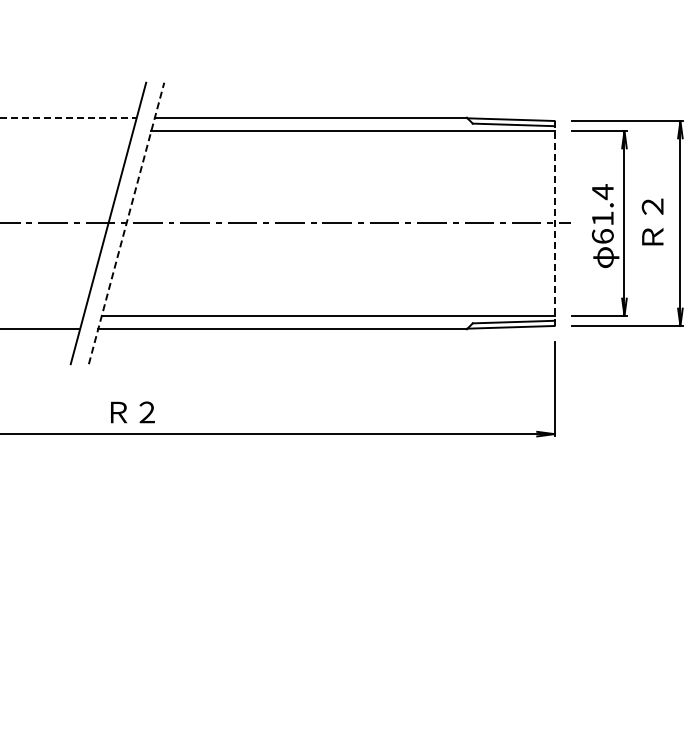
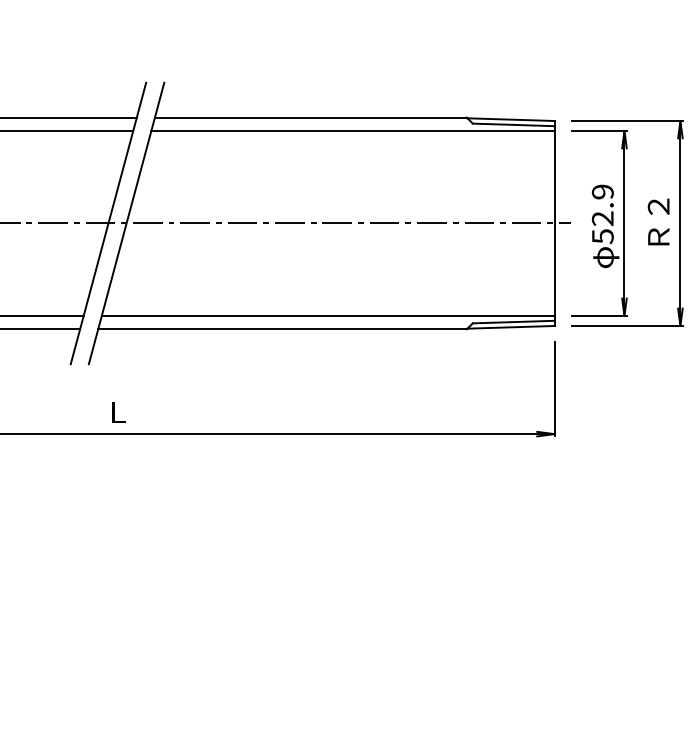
line at (68, 117): dashed -> solid
line at (67, 131): none -> present
text at (602, 214): 61.4 -> 52.9
text at (652, 221) position: (652, 221) -> (658, 221)
line at (126, 223): dashed -> solid
line at (554, 223): dashed -> solid
line at (42, 315): none -> present
text at (132, 412): Ｒ２ -> Ｌ
